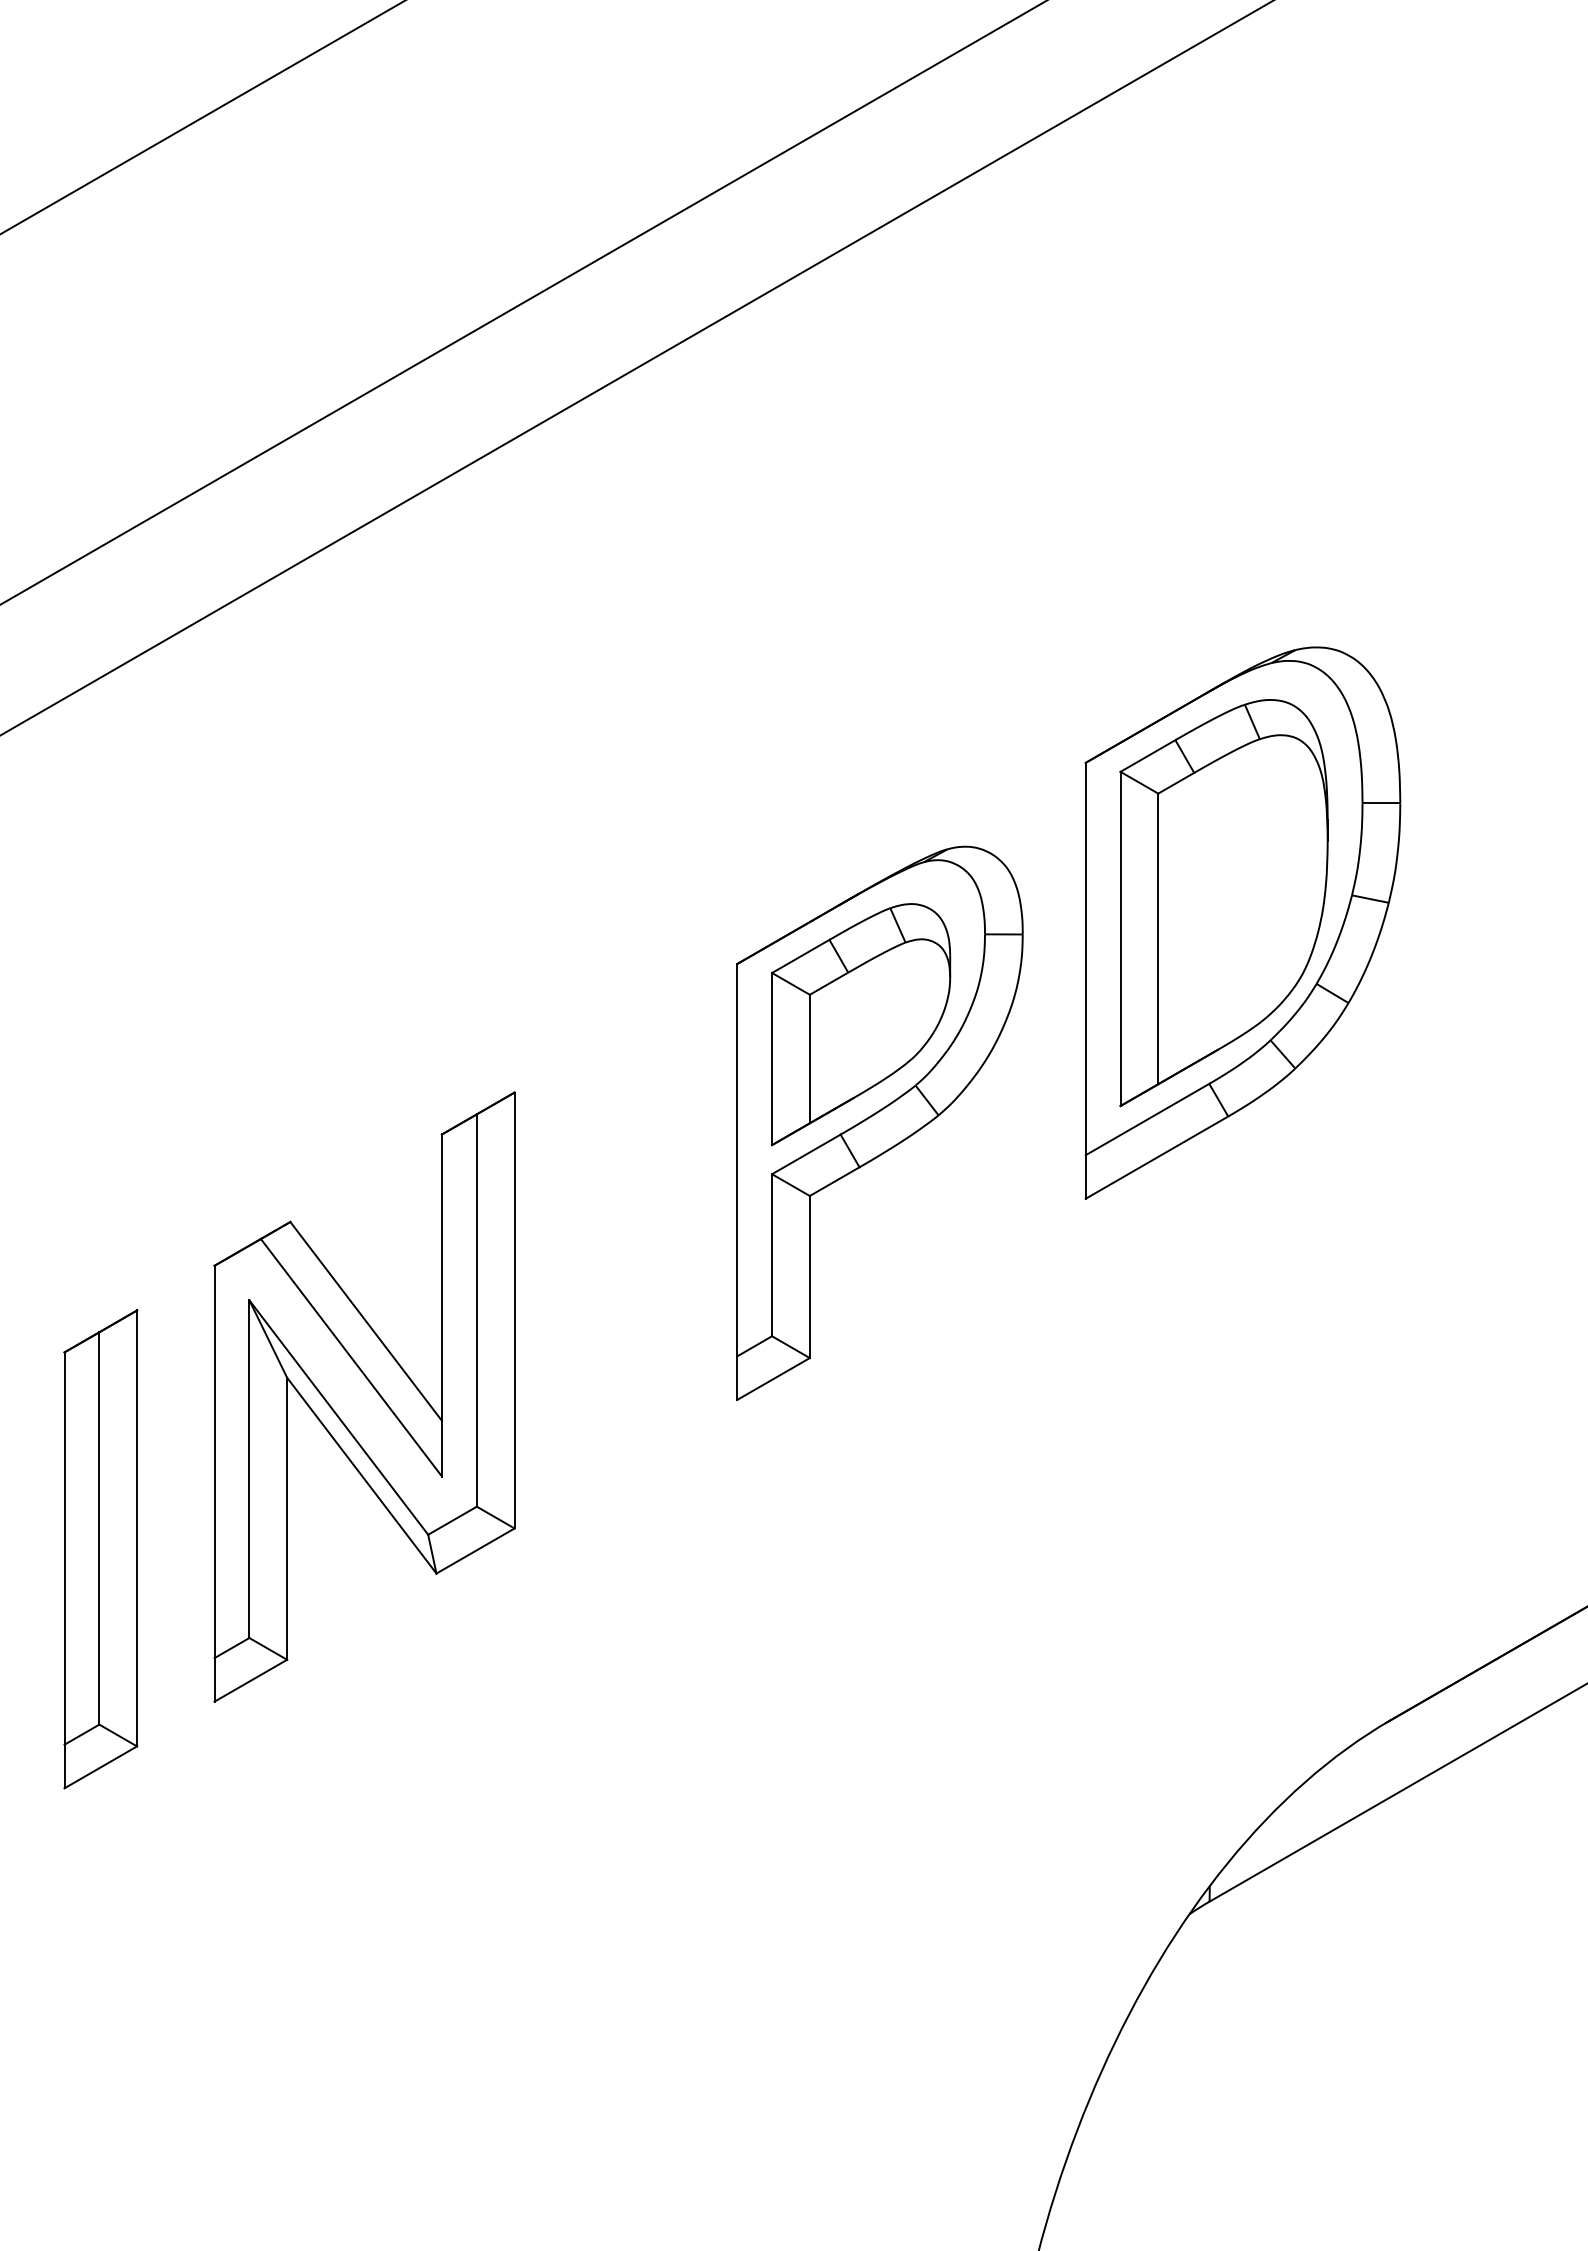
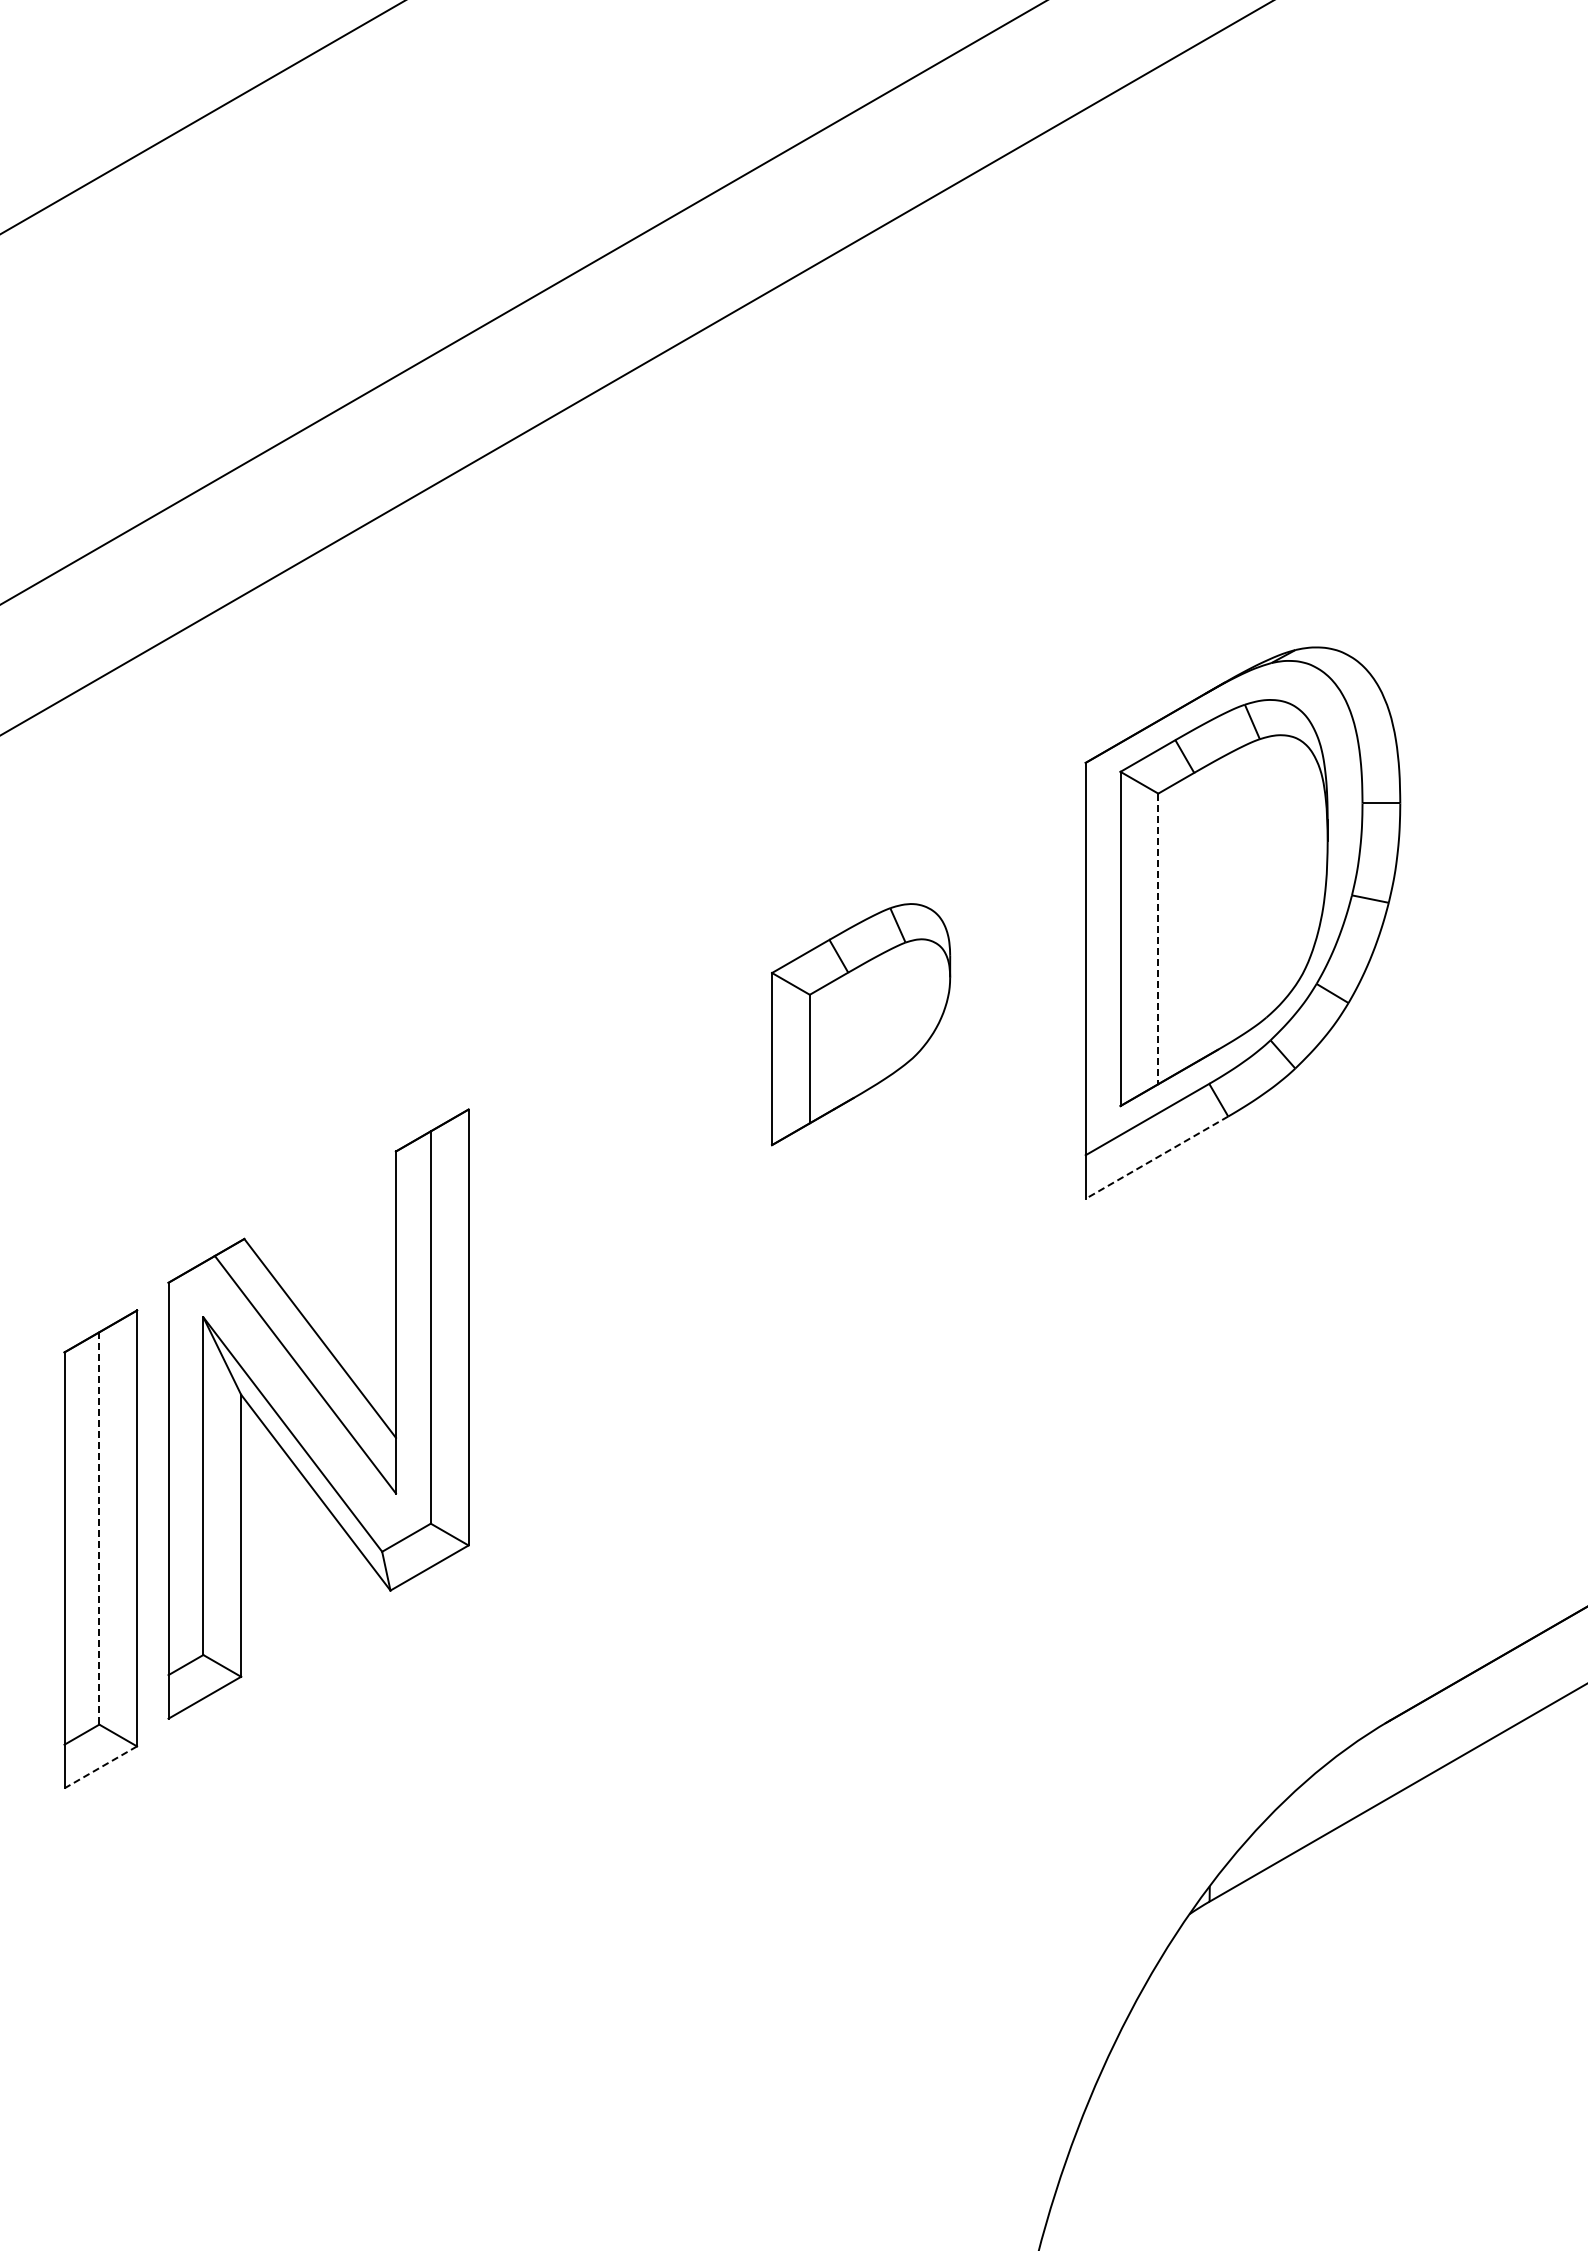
line at (1158, 939): solid -> dashed
part at (879, 1122): present -> none
line at (1156, 1157): solid -> dashed
part at (364, 1396) position: (364, 1396) -> (318, 1413)
line at (99, 1528): solid -> dashed
line at (100, 1767): solid -> dashed
